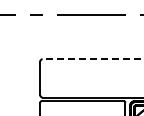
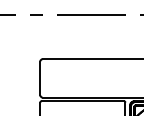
line at (92, 59): dashed -> solid
